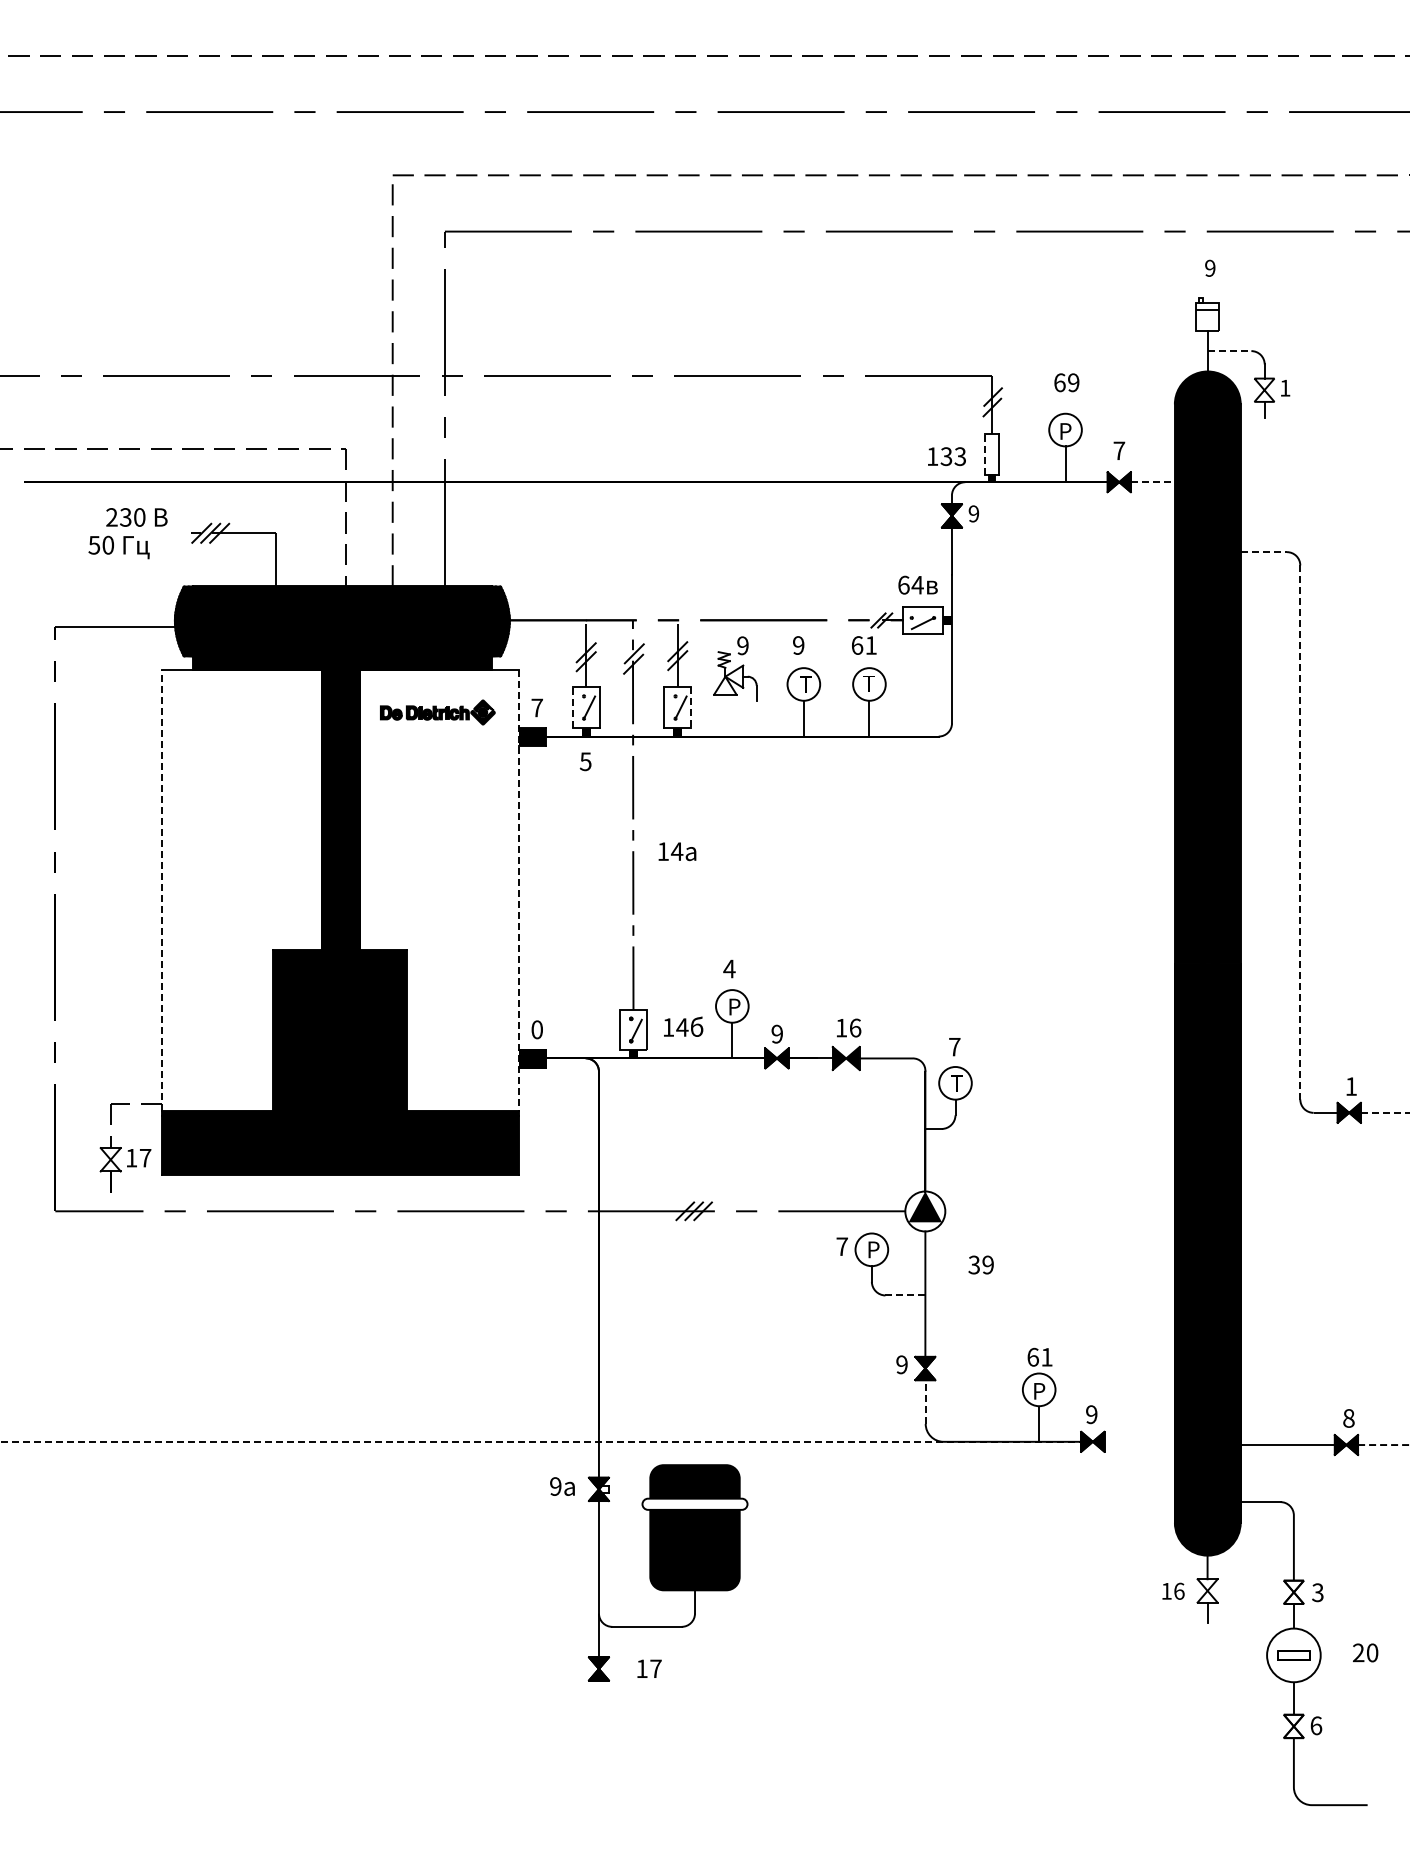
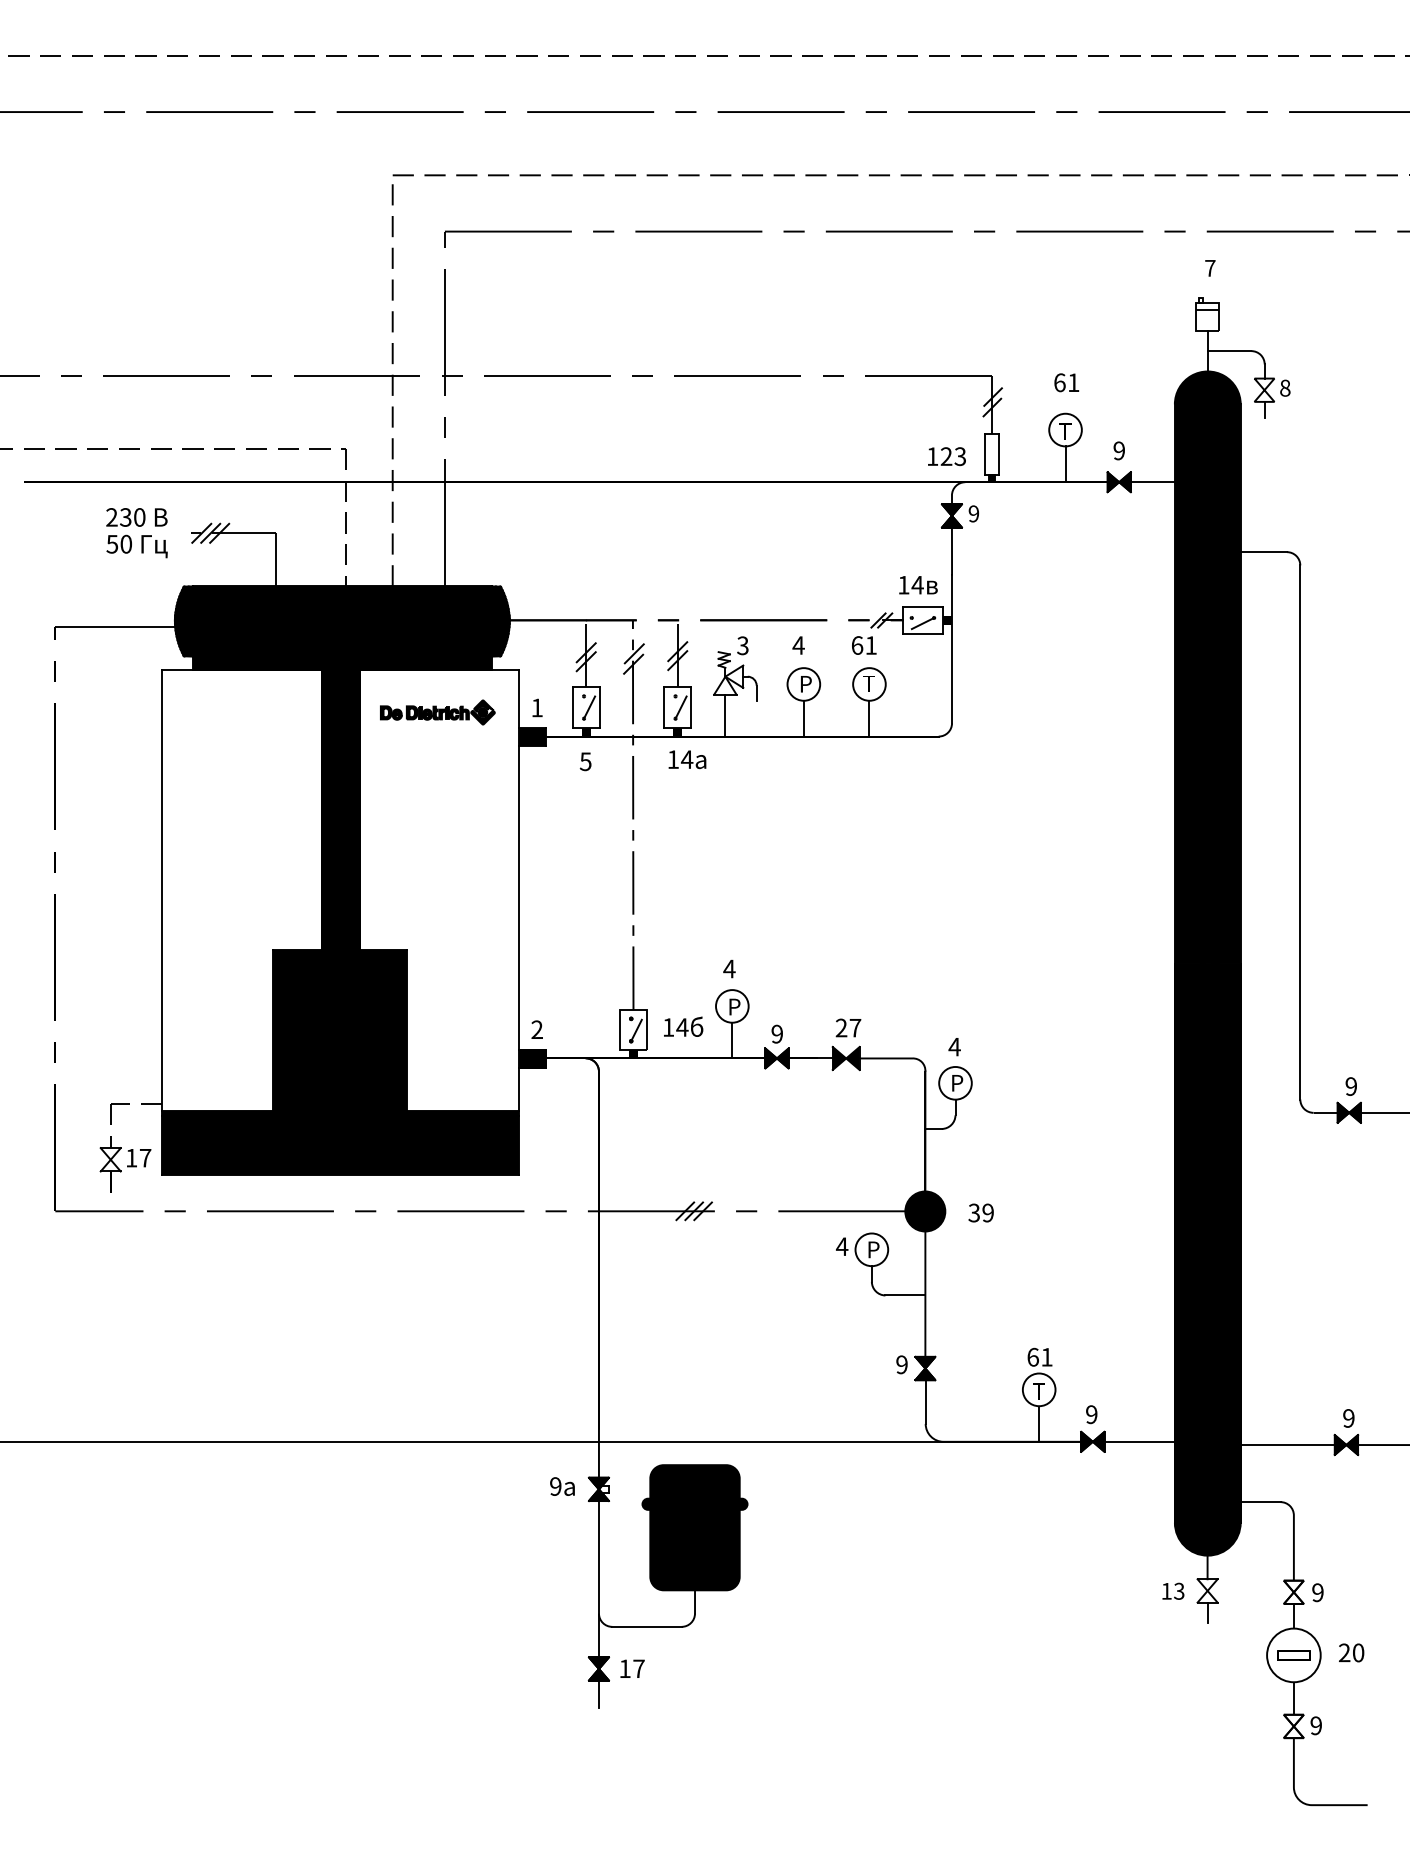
text at (1210, 267): 9 -> 7
line at (1229, 351): dashed -> solid
text at (1073, 382): 69 -> 61
text at (1285, 387): 1 -> 8
text at (1065, 431): P -> Т
text at (1119, 450): 7 -> 9
line at (985, 454): dashed -> solid
text at (946, 456): 133 -> 123
line at (1152, 482): dashed -> solid
text at (118, 547) position: (118, 547) -> (136, 546)
line at (1264, 552): dashed -> solid
text at (903, 584): 64 -> 14
text at (742, 645): 9 -> 3
text at (798, 645): 9 -> 4
text at (805, 684): Т -> P
text at (536, 707): 7 -> 1
line at (572, 707): dashed -> solid
line at (691, 708): dashed -> solid
line at (725, 715): none -> present
line at (1300, 832): dashed -> solid
text at (677, 851) position: (677, 851) -> (687, 759)
line at (161, 890): dashed -> solid
line at (519, 890): dashed -> solid
text at (848, 1027): 16 -> 27
text at (536, 1029): 0 -> 2
text at (954, 1047): 7 -> 4
text at (957, 1083): Т -> P
text at (1350, 1086): 1 -> 9
line at (1385, 1112): dashed -> solid
fill at (925, 1211): none -> present
text at (842, 1246): 7 -> 4
text at (980, 1264) position: (980, 1264) -> (980, 1212)
line at (905, 1295): dashed -> solid
text at (1039, 1391): P -> Т
line at (925, 1402): dashed -> solid
text at (1348, 1418): 8 -> 9
line at (541, 1441): dashed -> solid
line at (1139, 1441): none -> present
line at (1383, 1445): dashed -> solid
fill at (694, 1503): none -> present
text at (1179, 1590): 16 -> 13
text at (1317, 1592): 3 -> 9
text at (1365, 1652) position: (1365, 1652) -> (1351, 1652)
text at (649, 1668) position: (649, 1668) -> (632, 1668)
line at (598, 1693): none -> present
text at (1316, 1725): 6 -> 9
